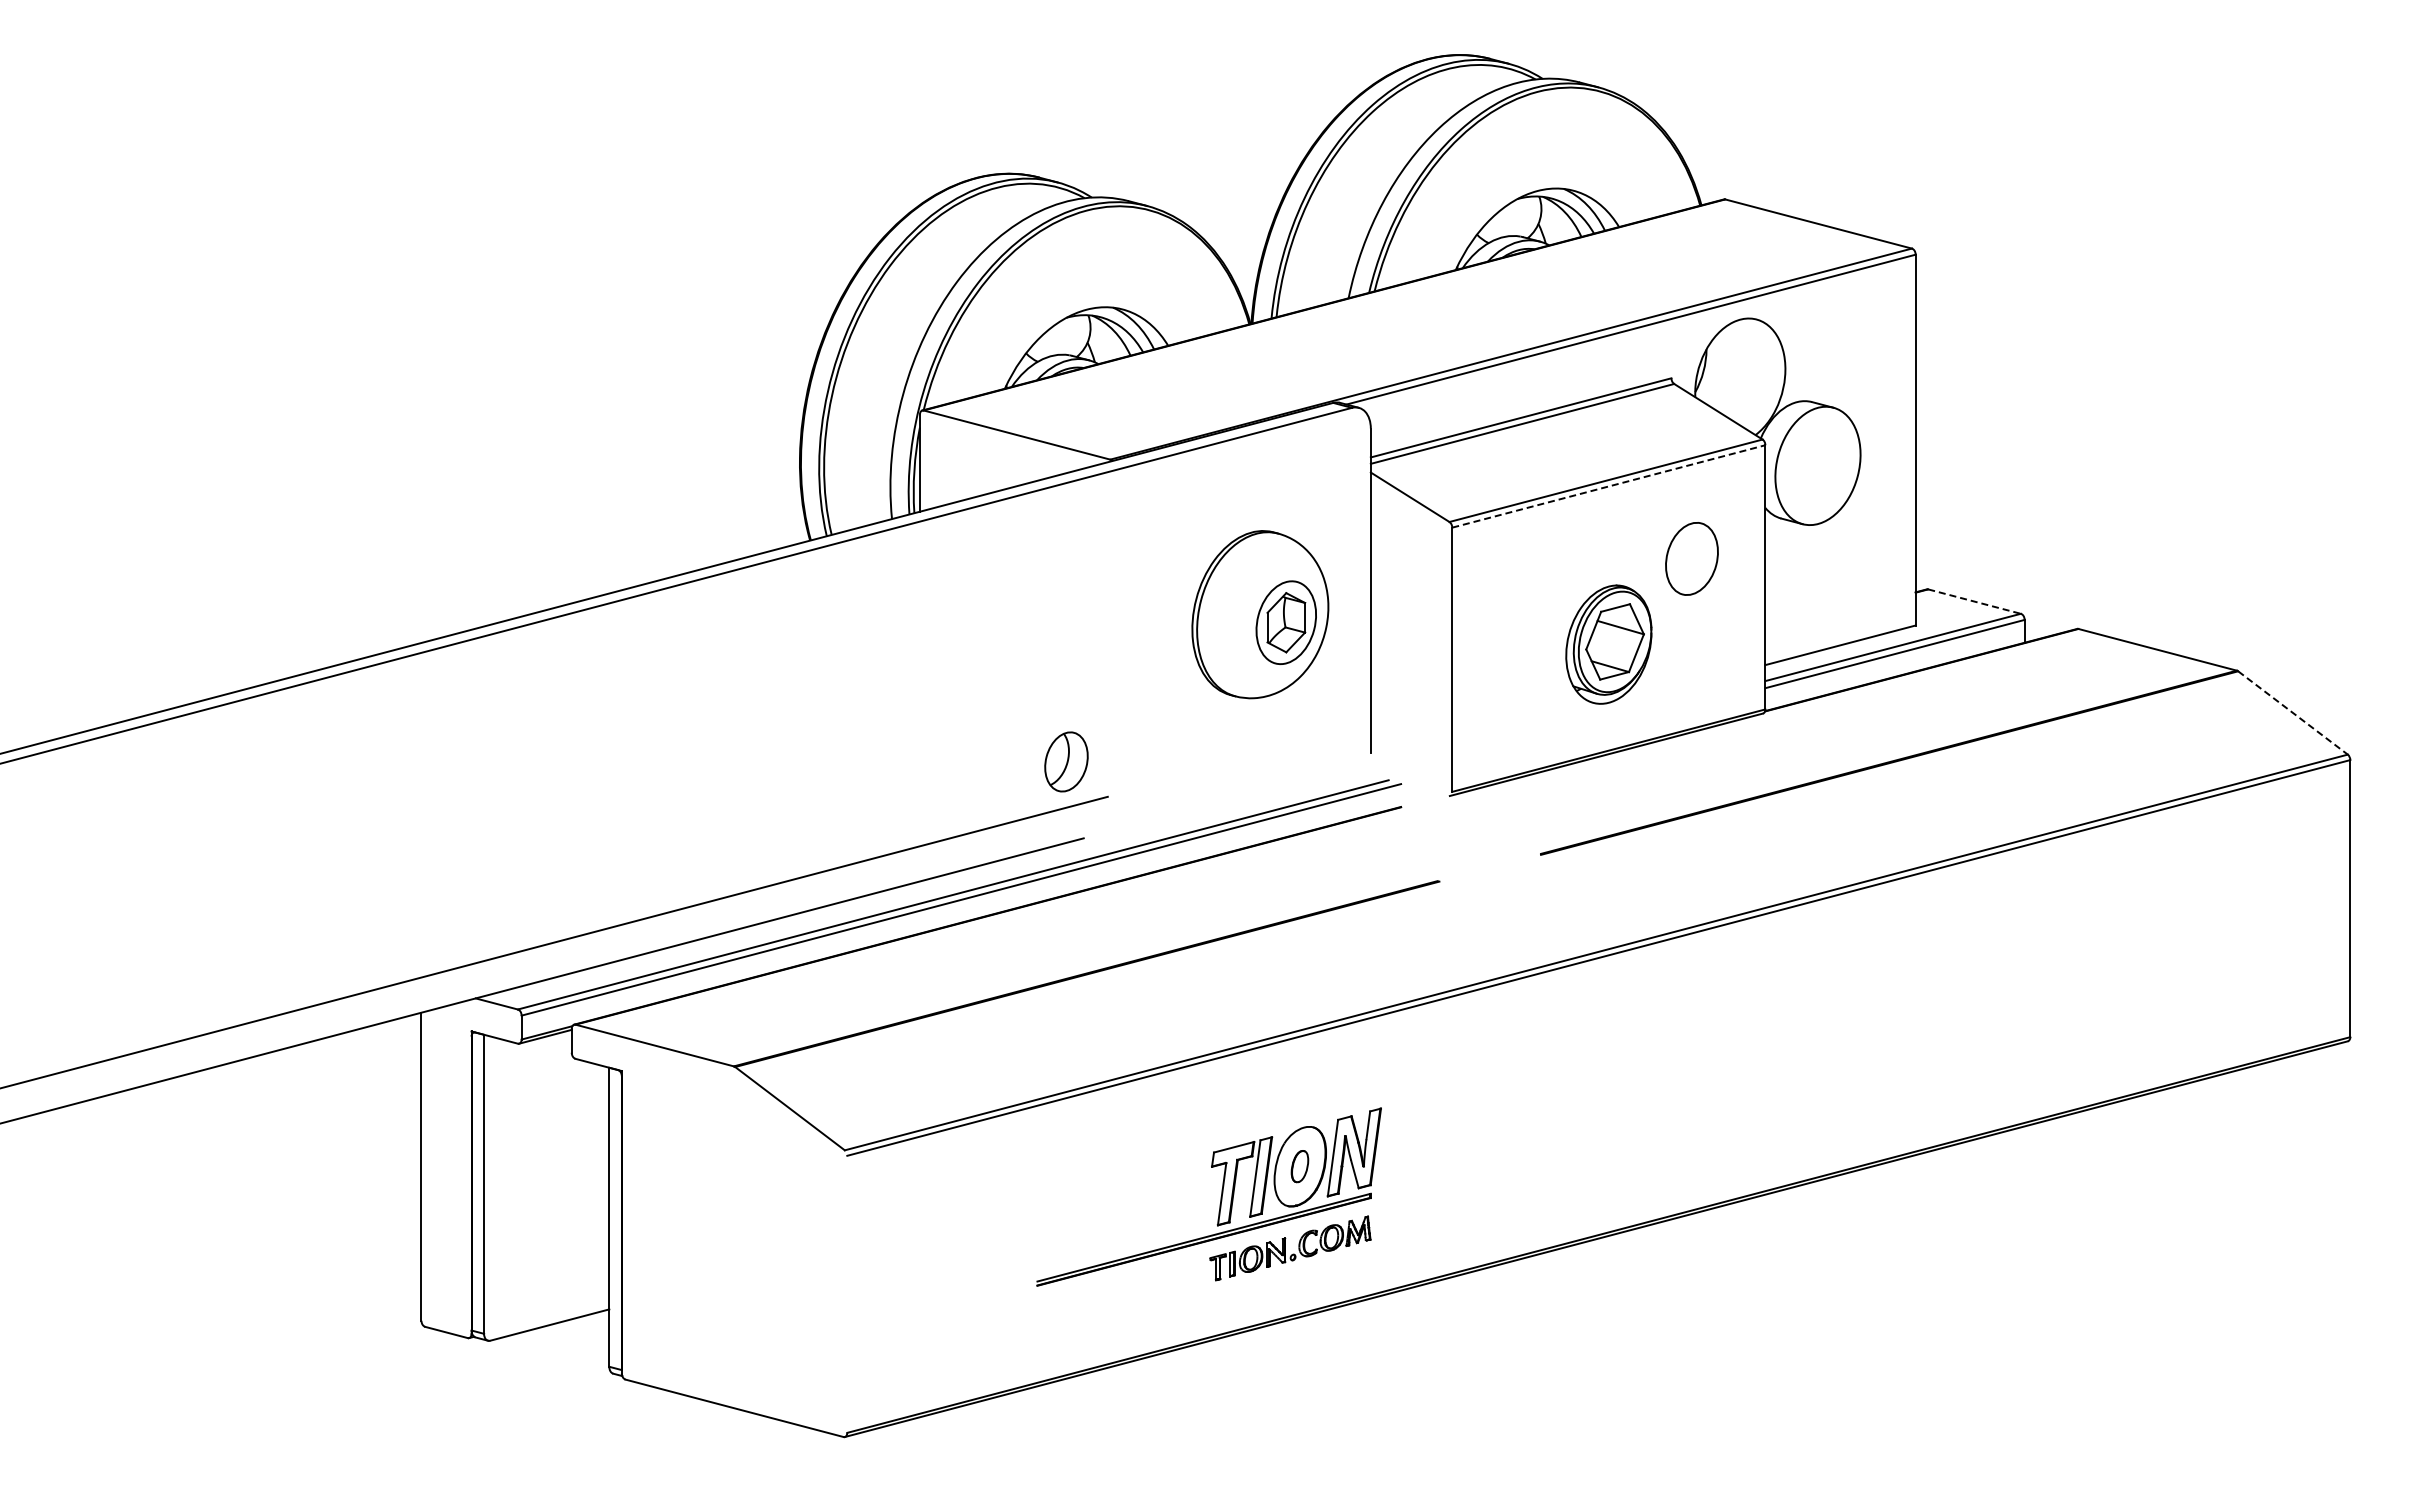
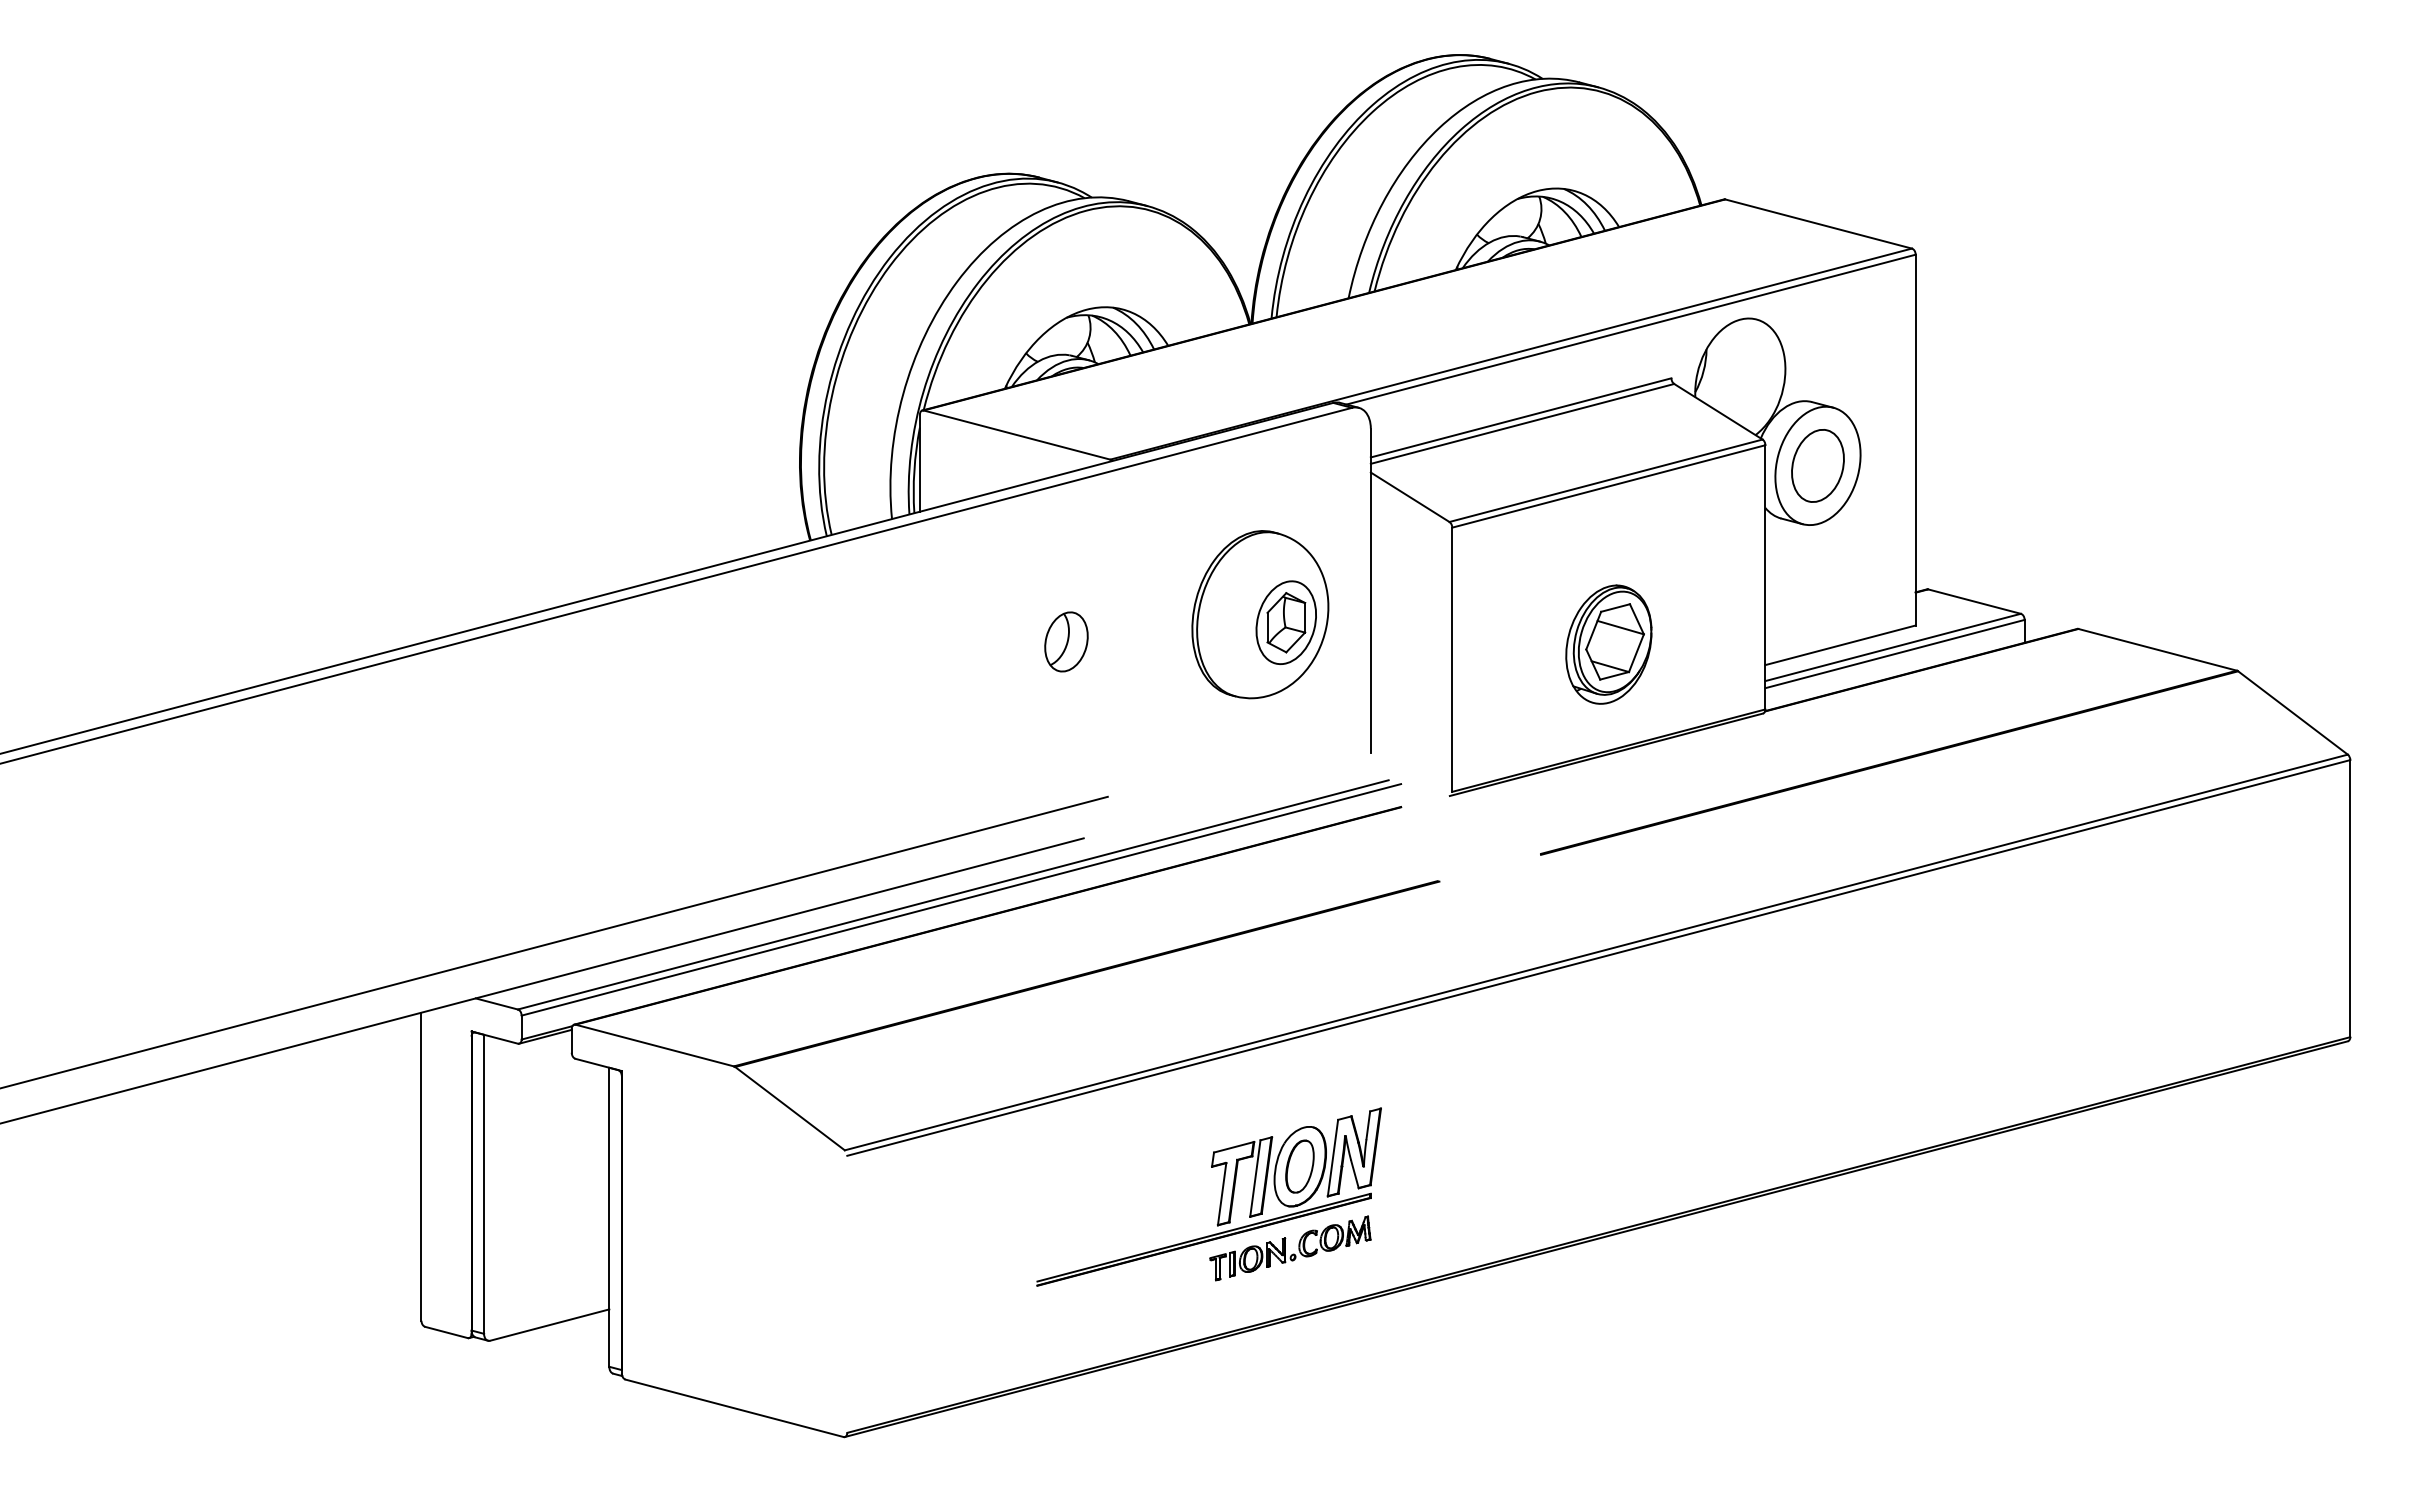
line at (1608, 486): dashed -> solid
part at (1691, 558) position: (1691, 558) -> (1817, 465)
line at (1974, 601): dashed -> solid
line at (2293, 712): dashed -> solid
part at (1066, 761) position: (1066, 761) -> (1066, 641)
part at (1299, 1166) size: 20x34 px -> 30x55 px
